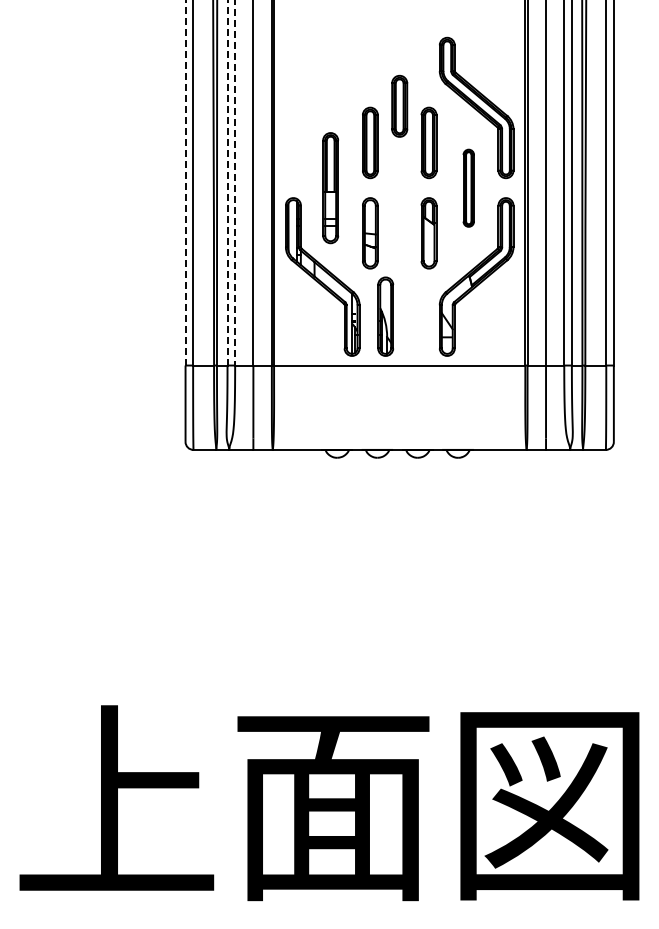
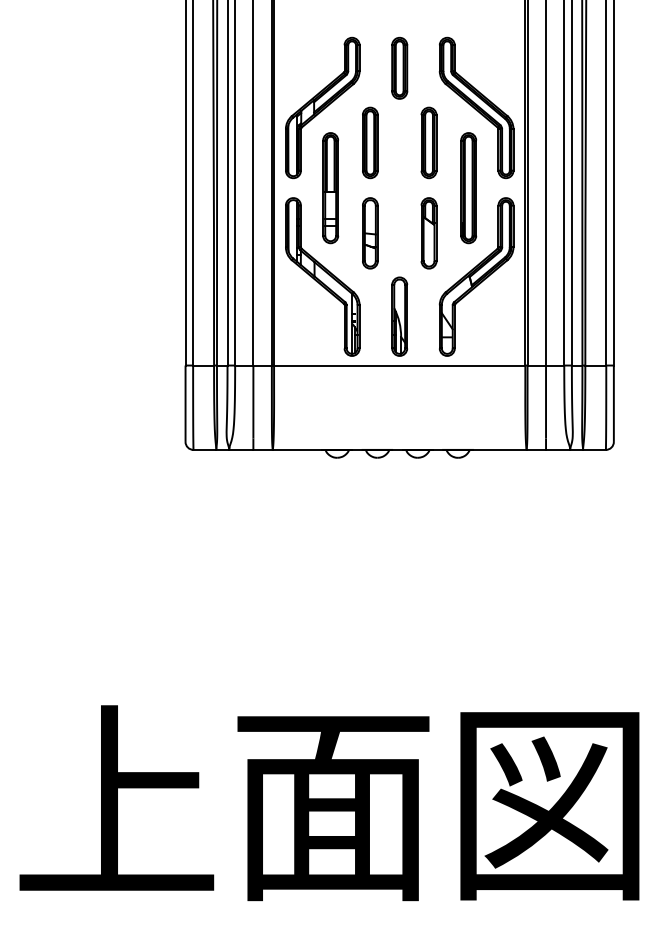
part at (399, 105) position: (399, 105) -> (399, 67)
part at (322, 107): none -> present
line at (185, 182): dashed -> solid
line at (227, 182): dashed -> solid
line at (235, 183): dashed -> solid
part at (468, 187) size: 13x80 px -> 18x113 px
part at (385, 316) position: (385, 316) -> (399, 316)
